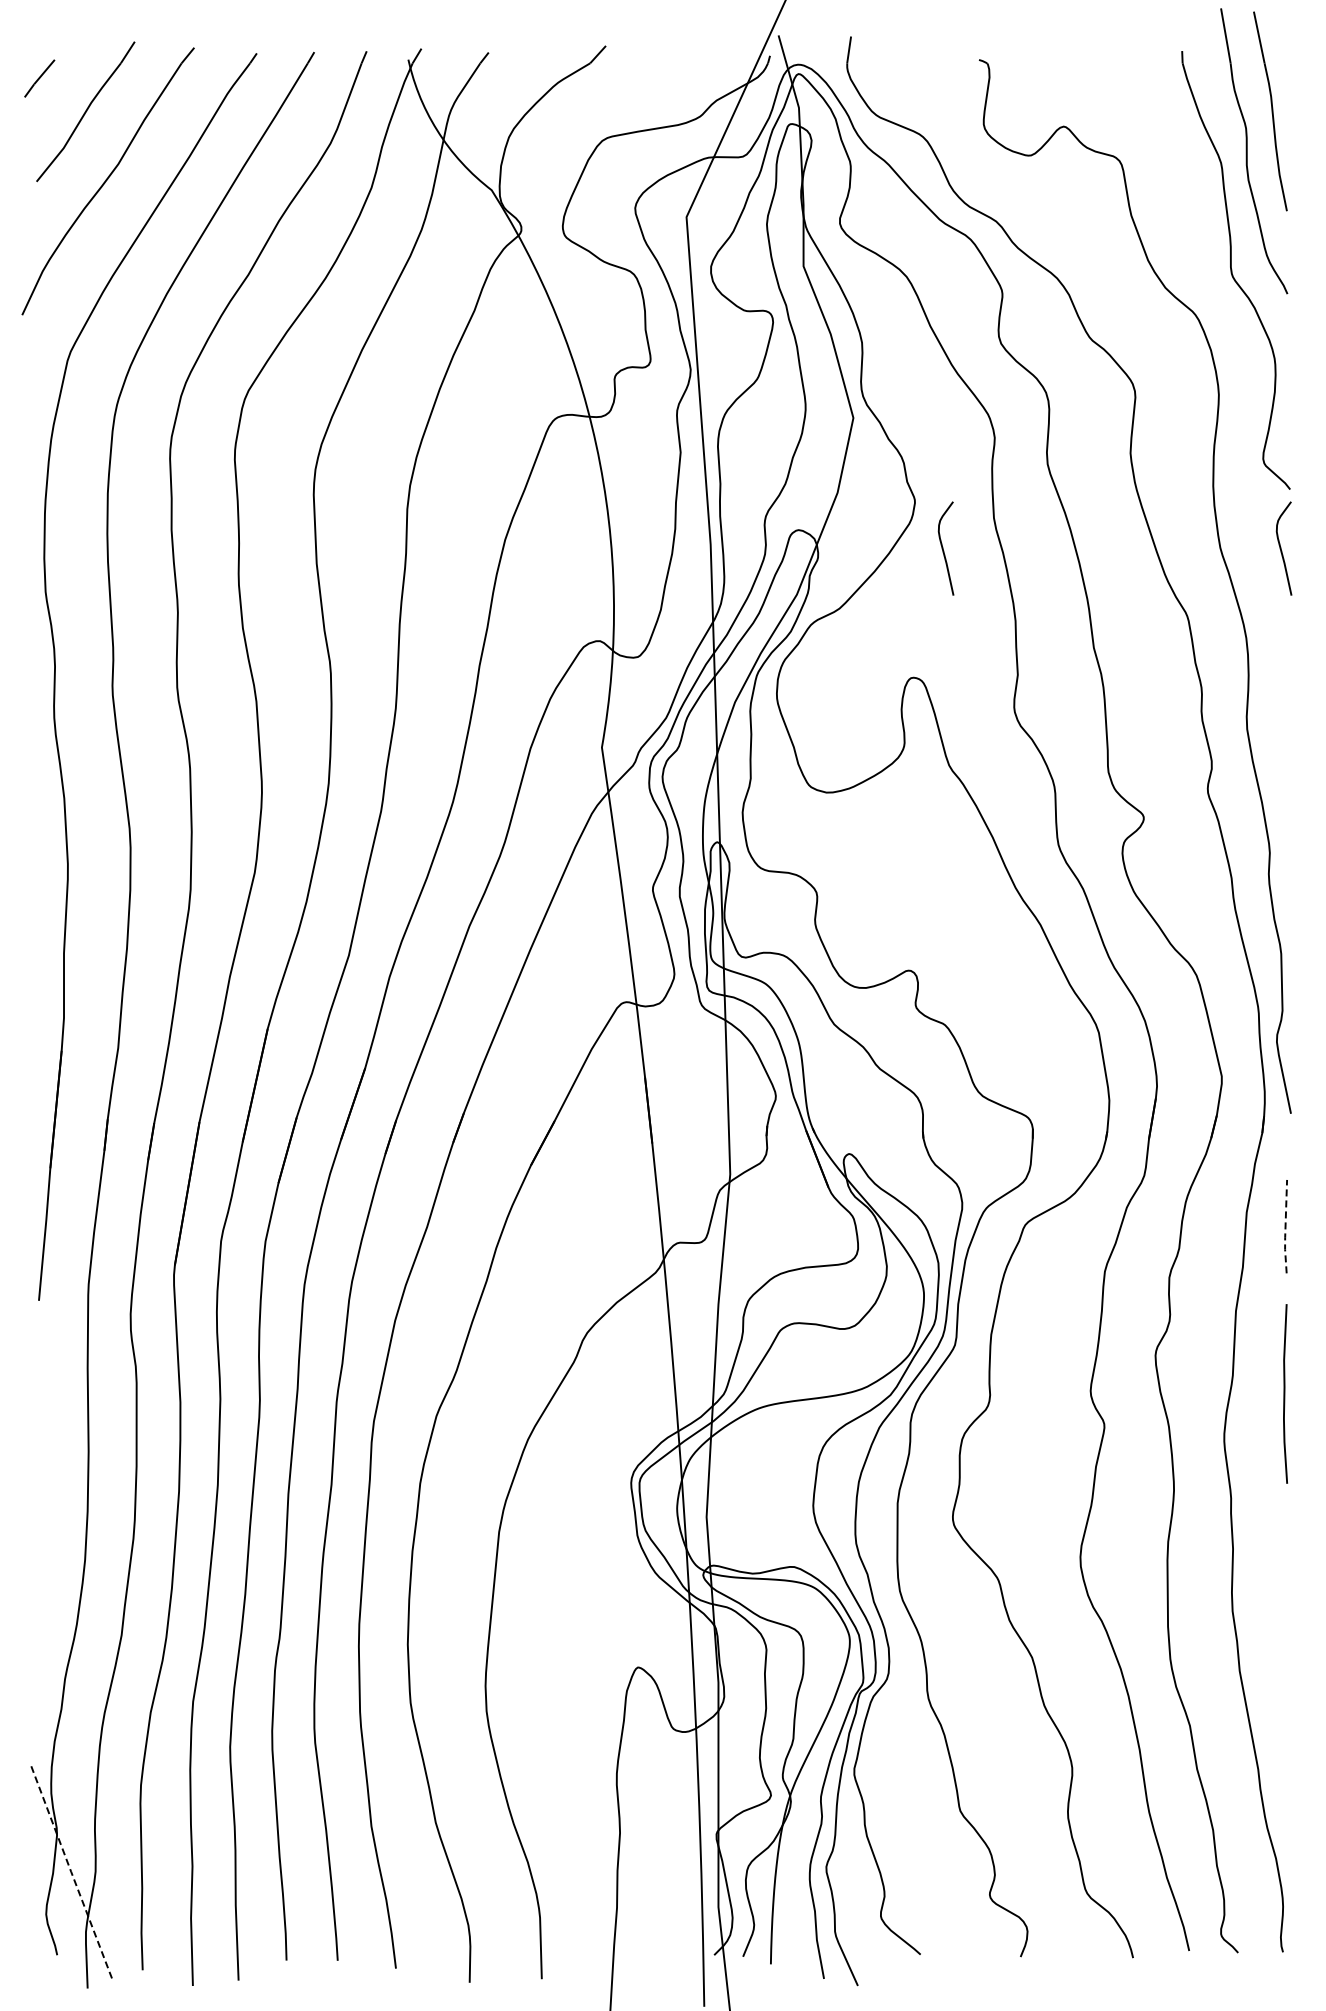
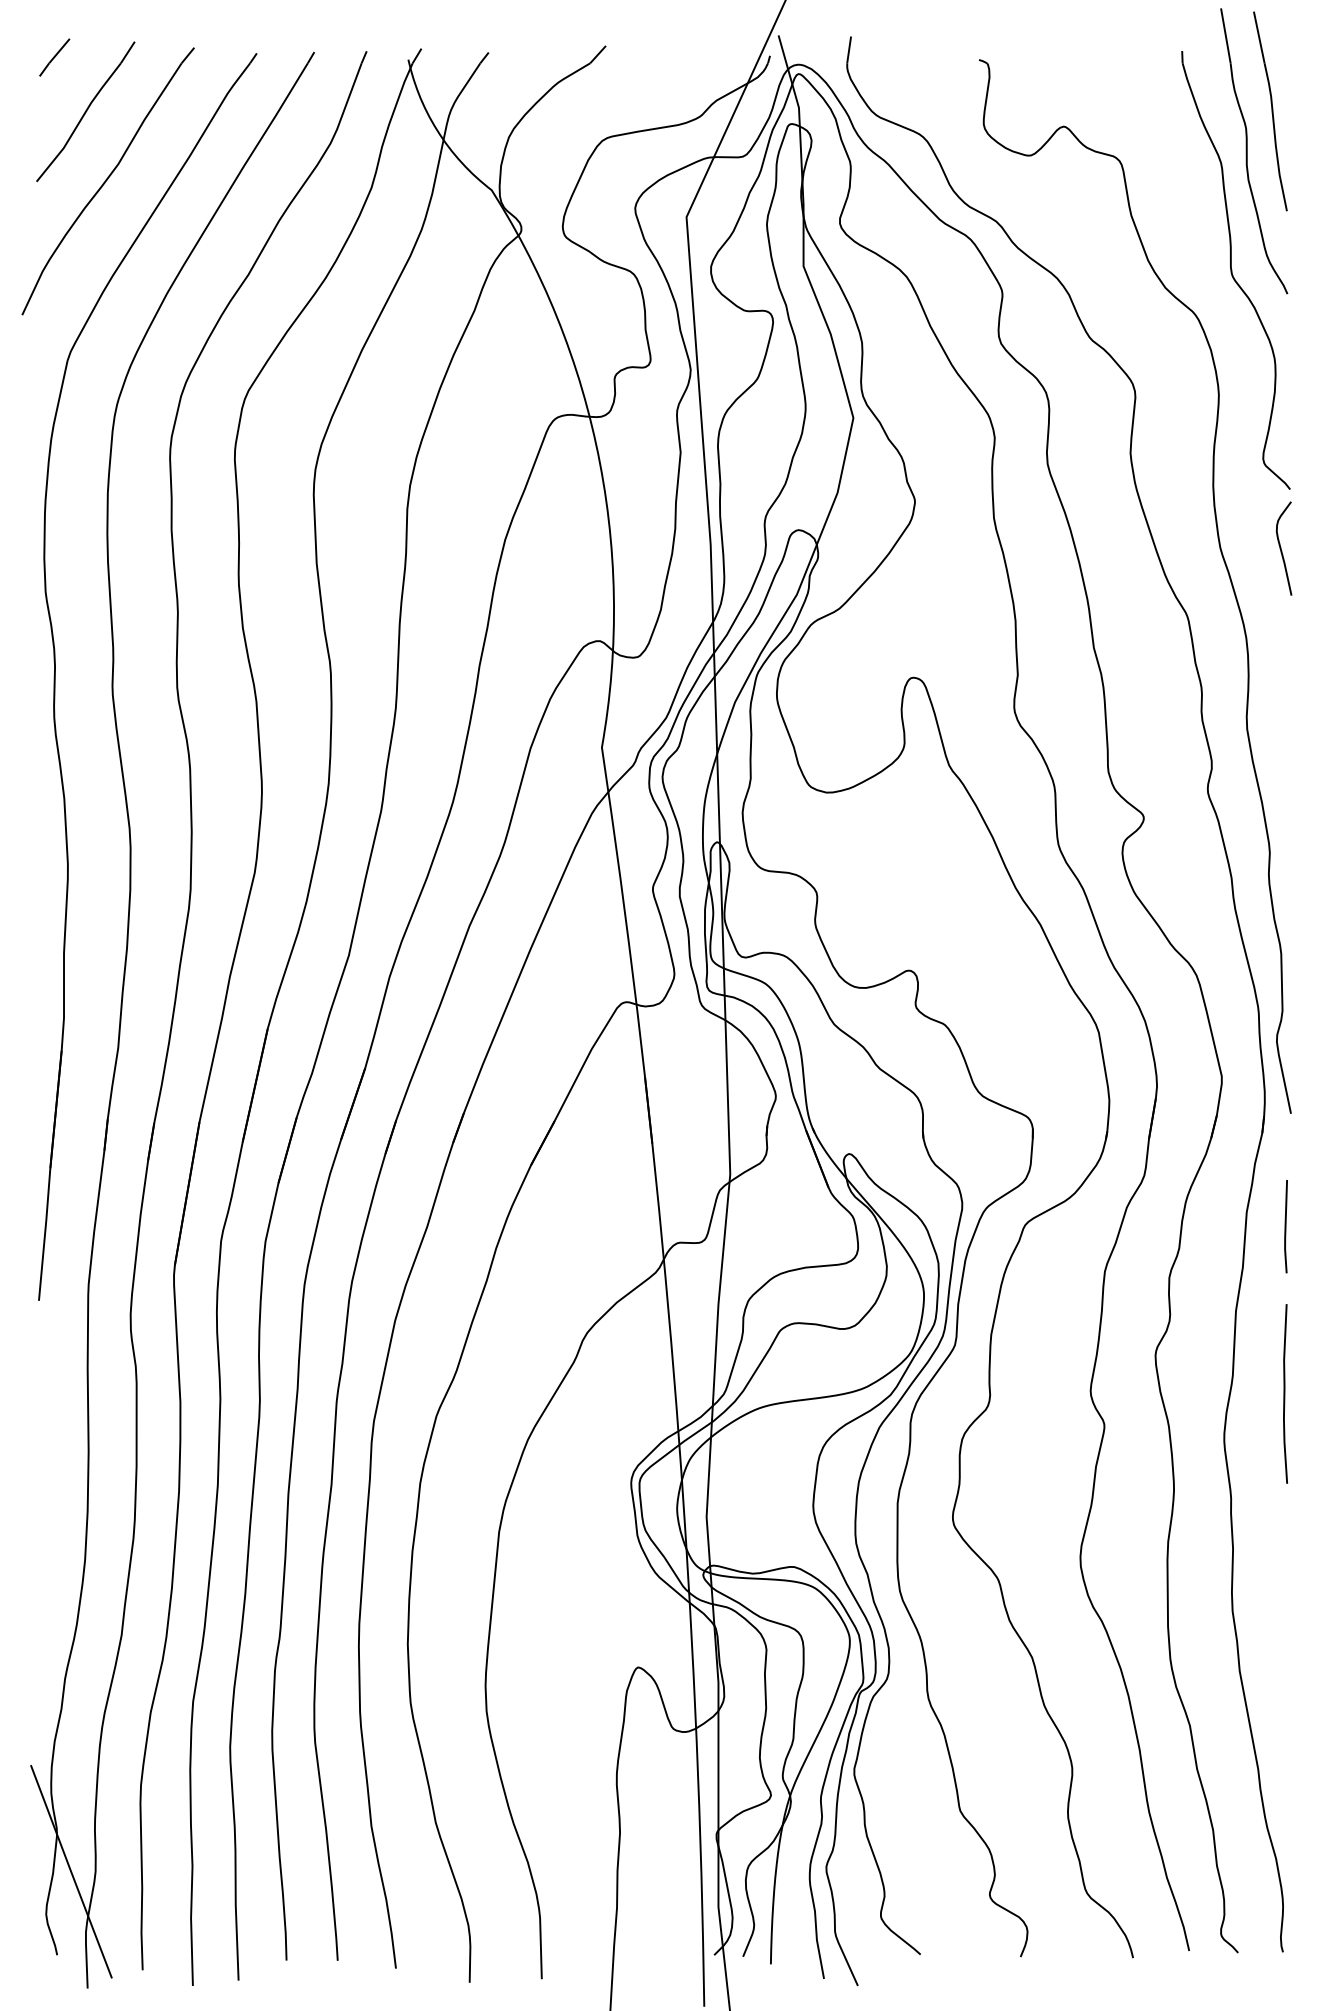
line at (39, 78) position: (39, 78) -> (54, 57)
curve at (943, 548): present -> none
line at (1285, 1227): dashed -> solid
line at (71, 1871): dashed -> solid
